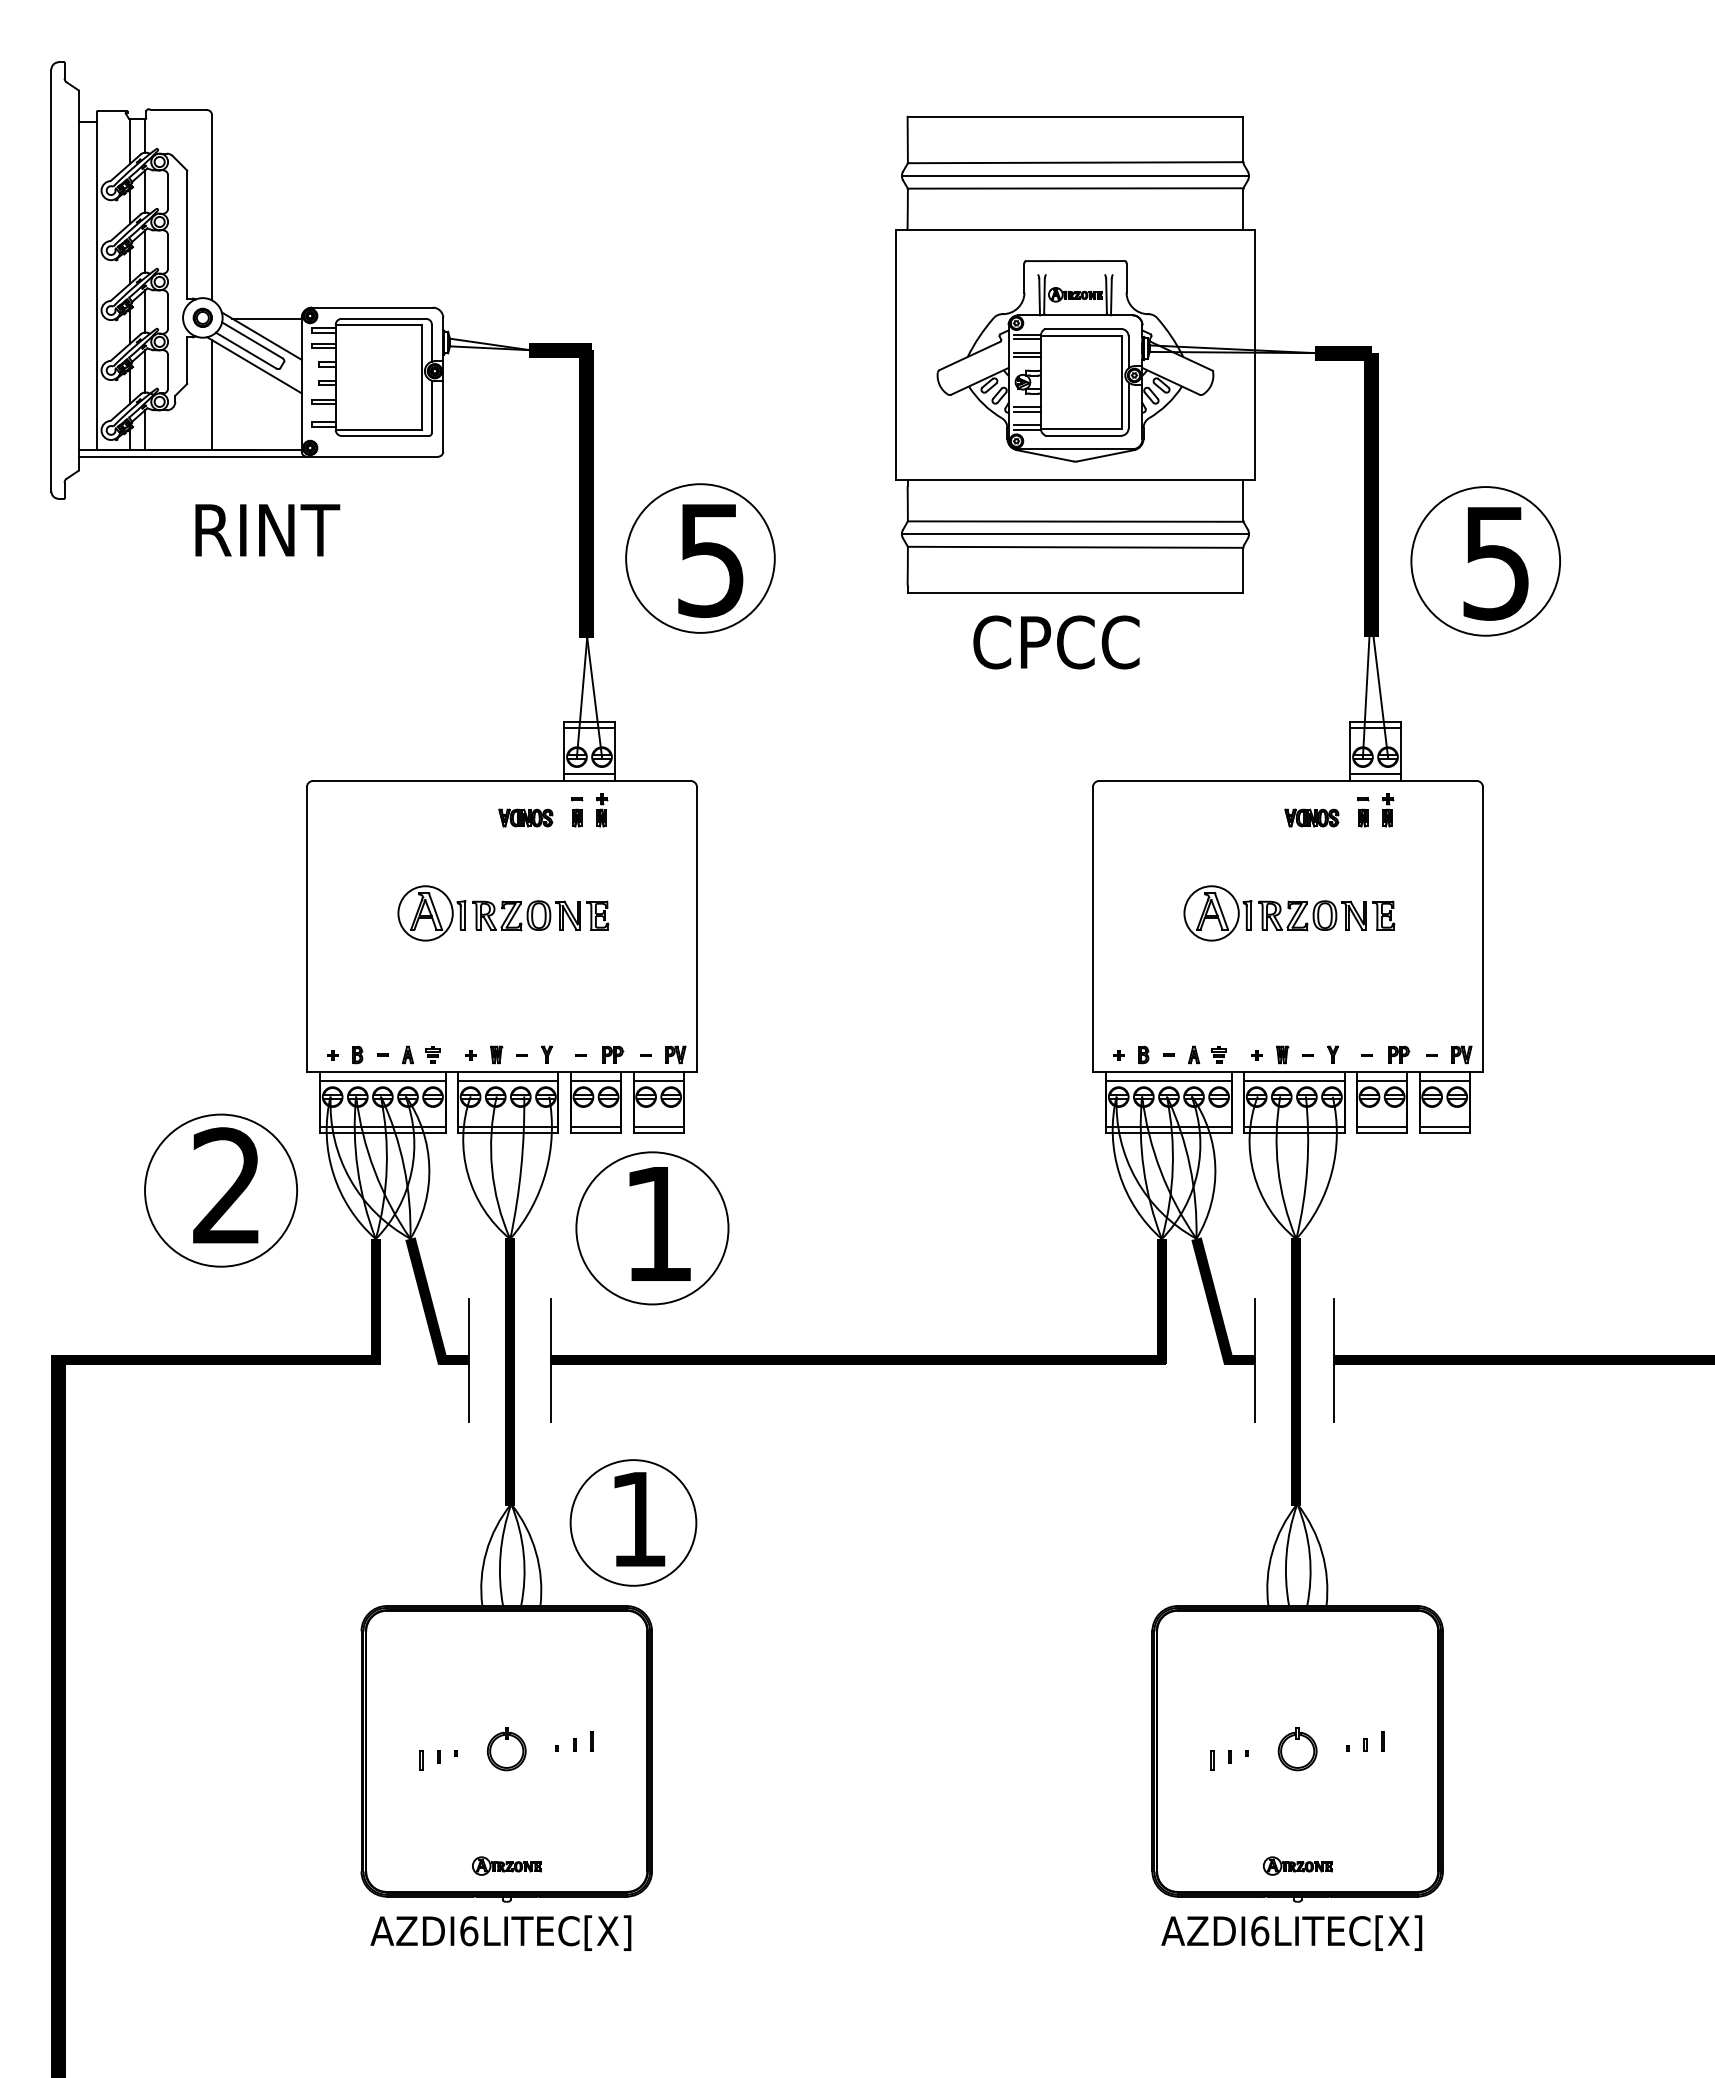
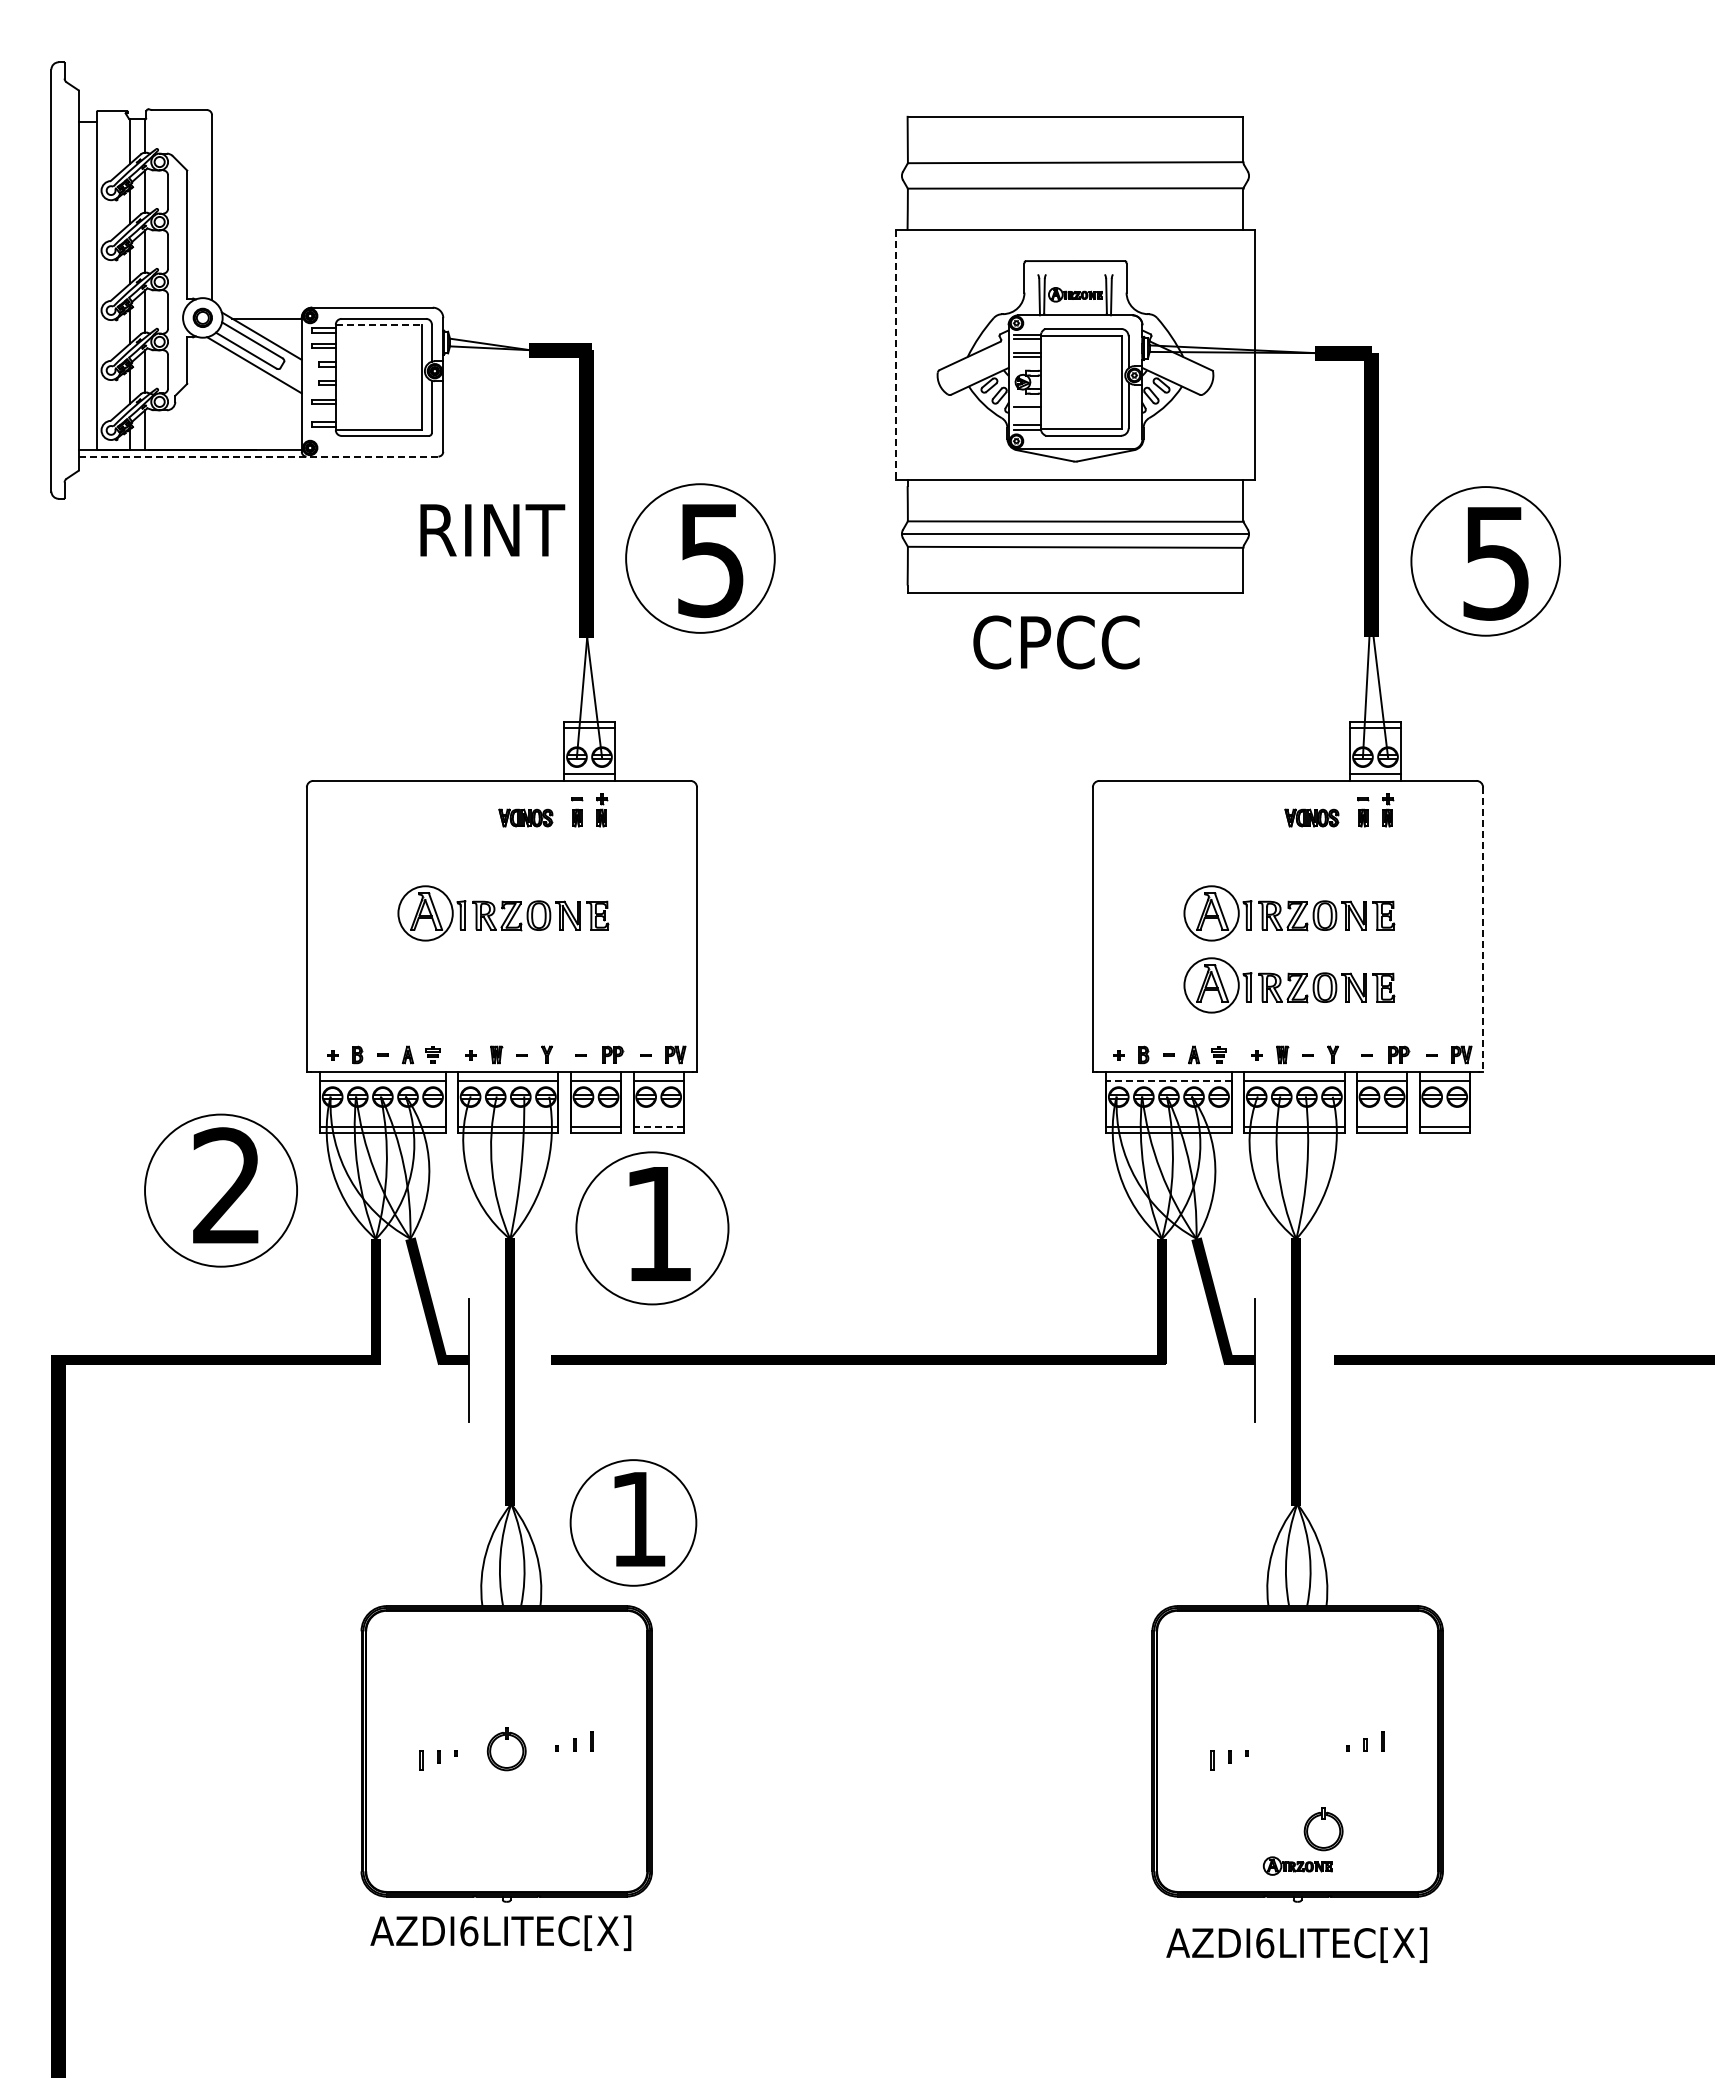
line at (1075, 175): present -> none
line at (378, 324): solid -> dashed
line at (896, 355): solid -> dashed
line at (212, 395): present -> none
line at (1026, 411): present -> none
line at (258, 456): solid -> dashed
text at (267, 530) position: (267, 530) -> (492, 530)
line at (1483, 930): solid -> dashed
part at (1289, 985): none -> present
line at (1168, 1080): solid -> dashed
line at (658, 1126): solid -> dashed
line at (550, 1359): present -> none
line at (1334, 1359): present -> none
part at (1297, 1749) position: (1297, 1749) -> (1323, 1829)
part at (506, 1865): present -> none
text at (1291, 1932) position: (1291, 1932) -> (1296, 1944)
